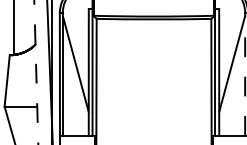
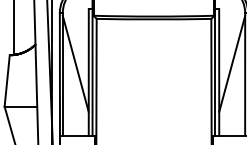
line at (36, 72): dashed -> solid
line at (245, 73): dashed -> solid
